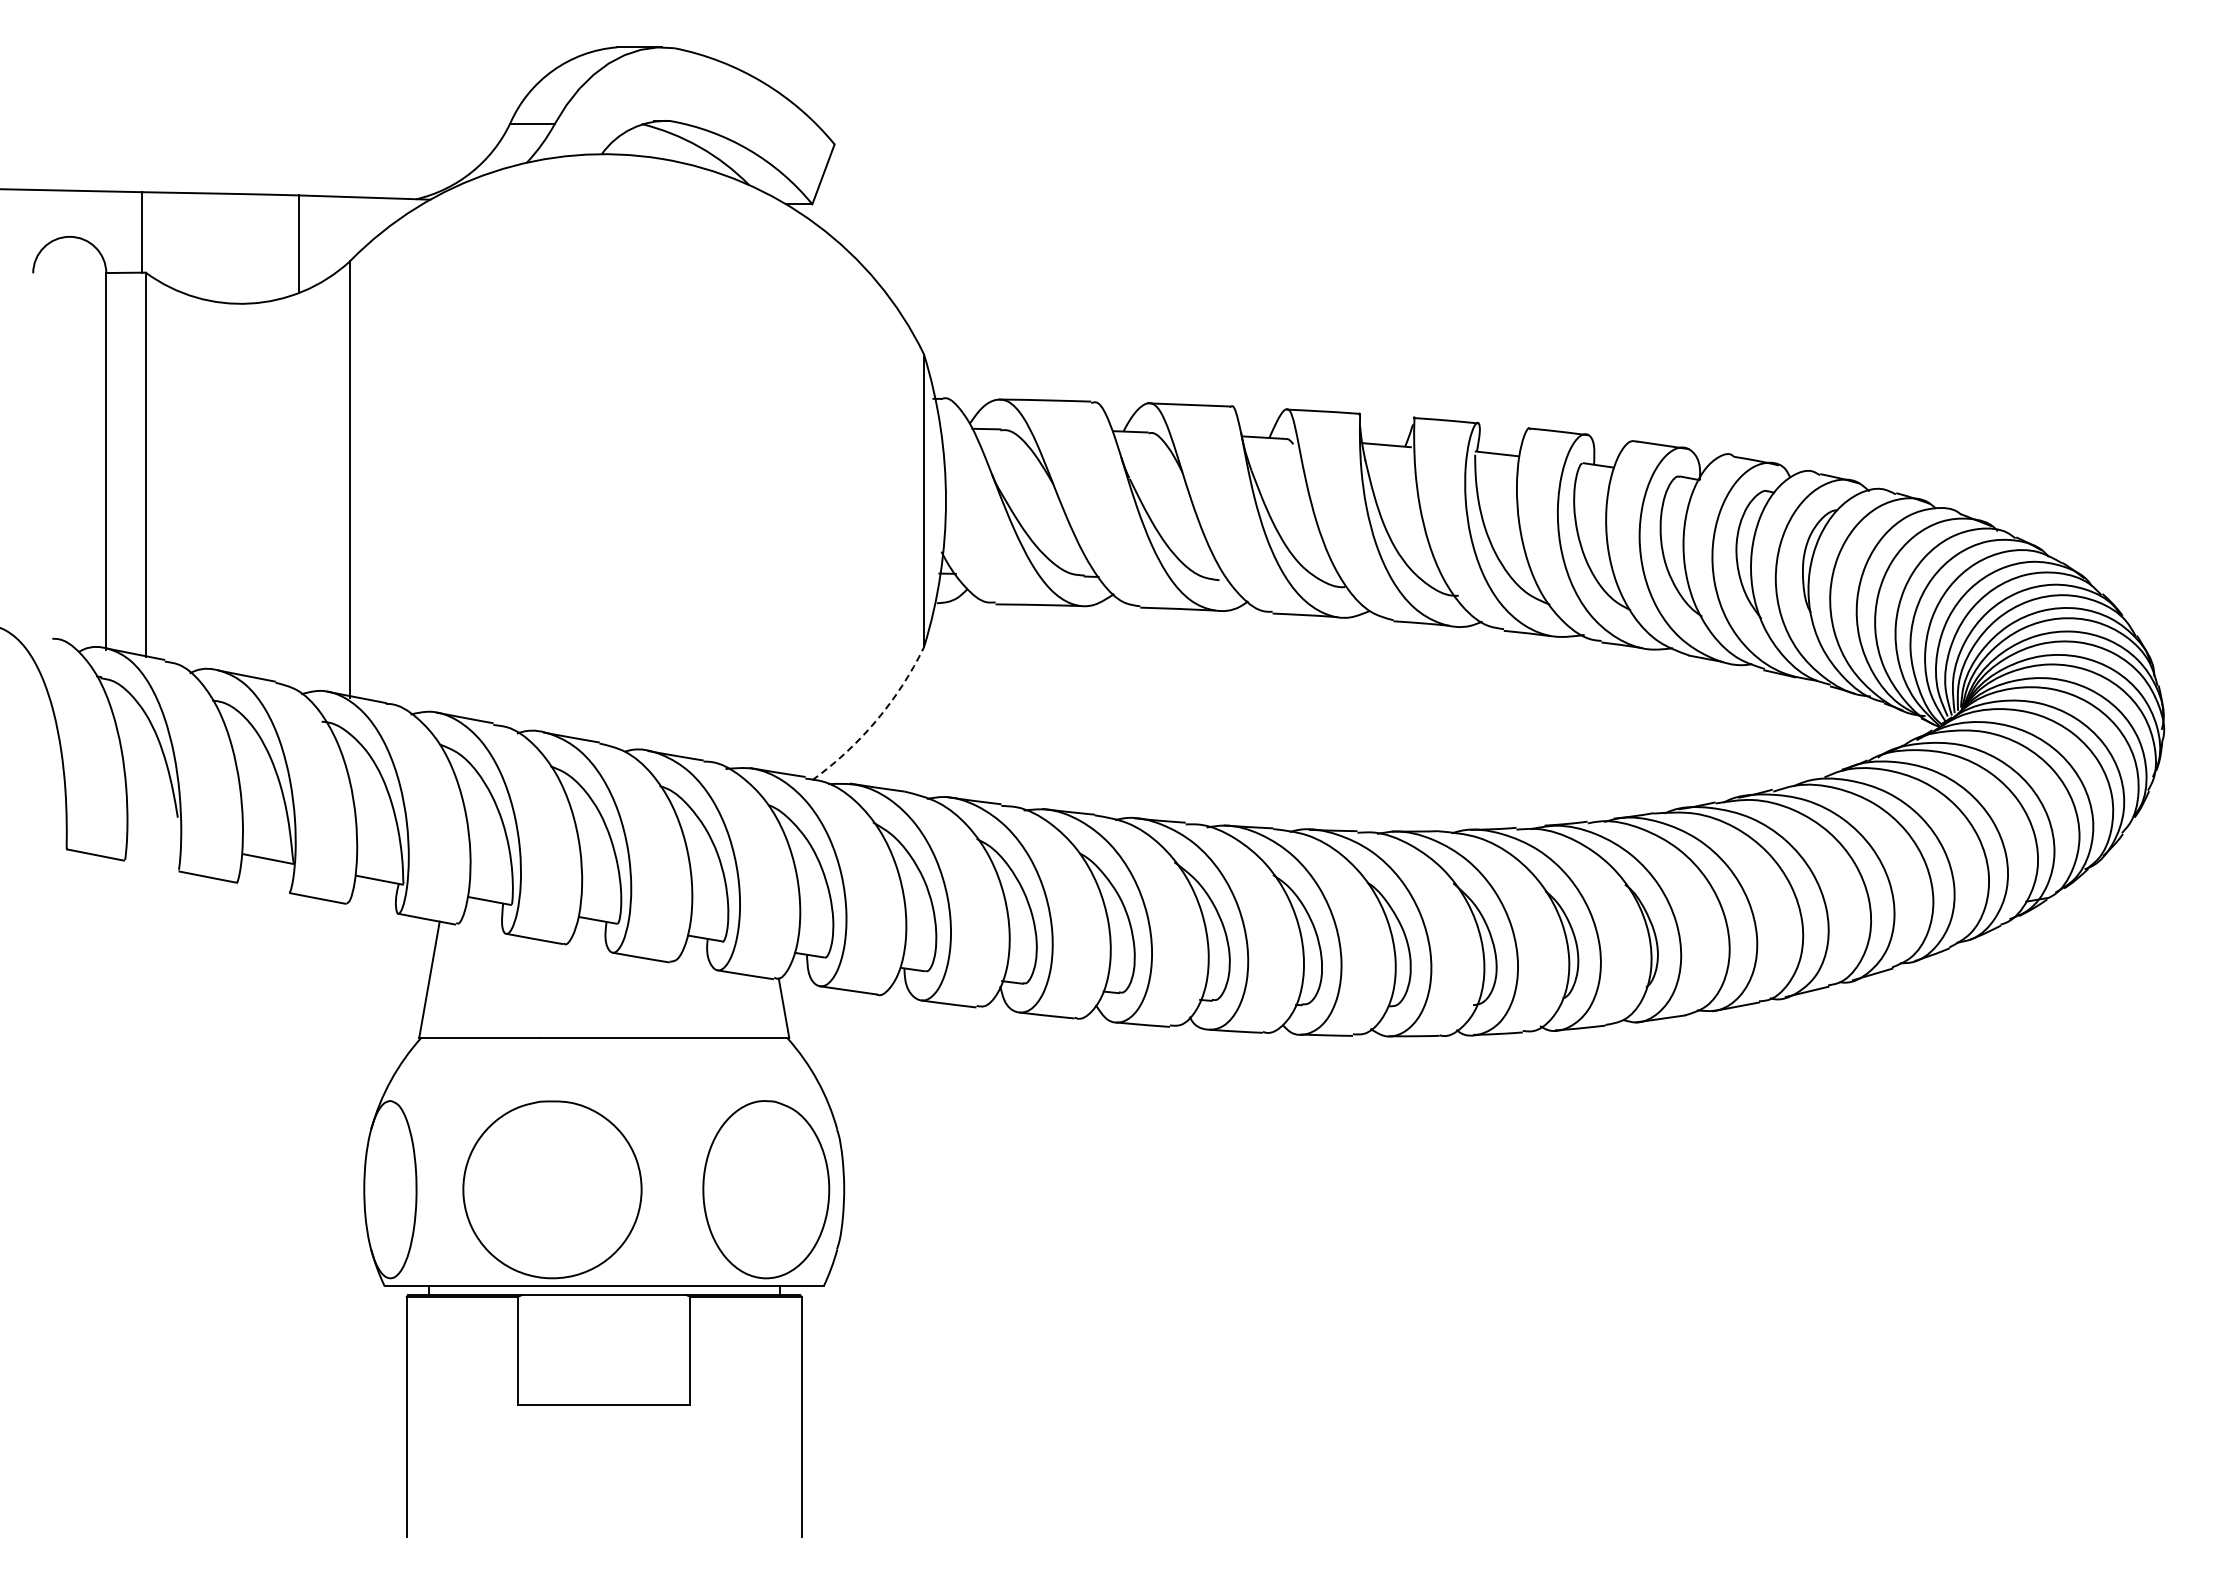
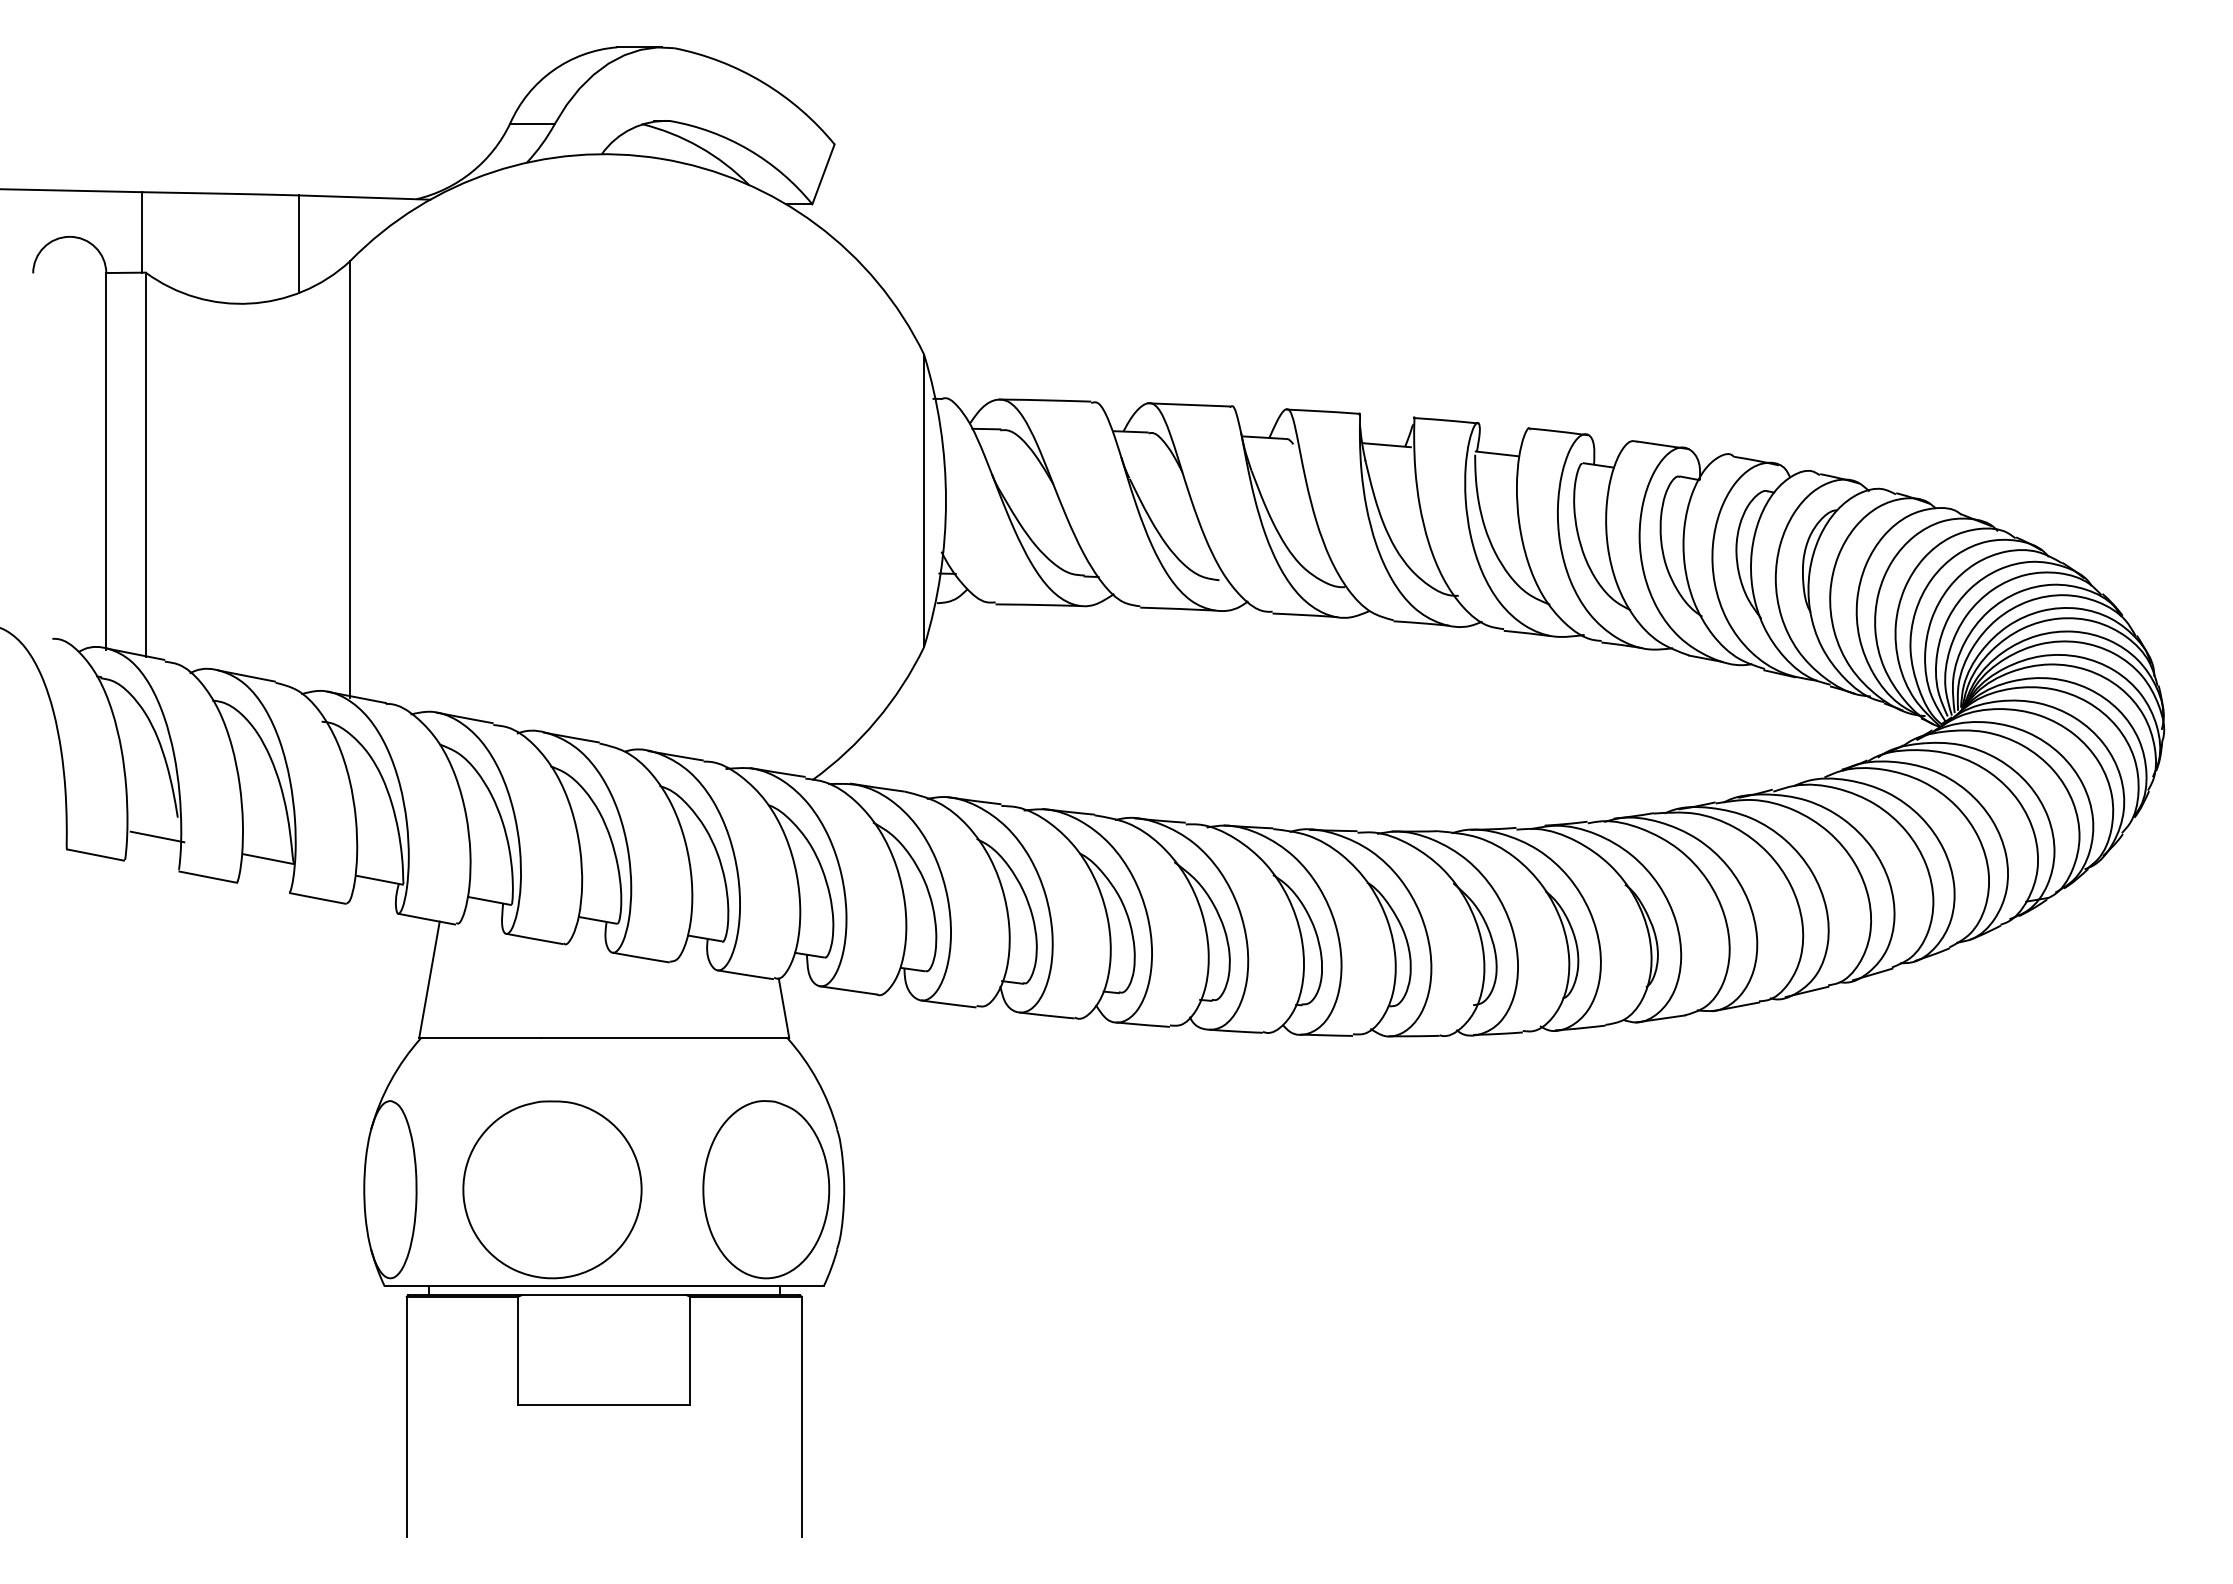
arc at (876, 720): dashed -> solid
line at (157, 836): none -> present
